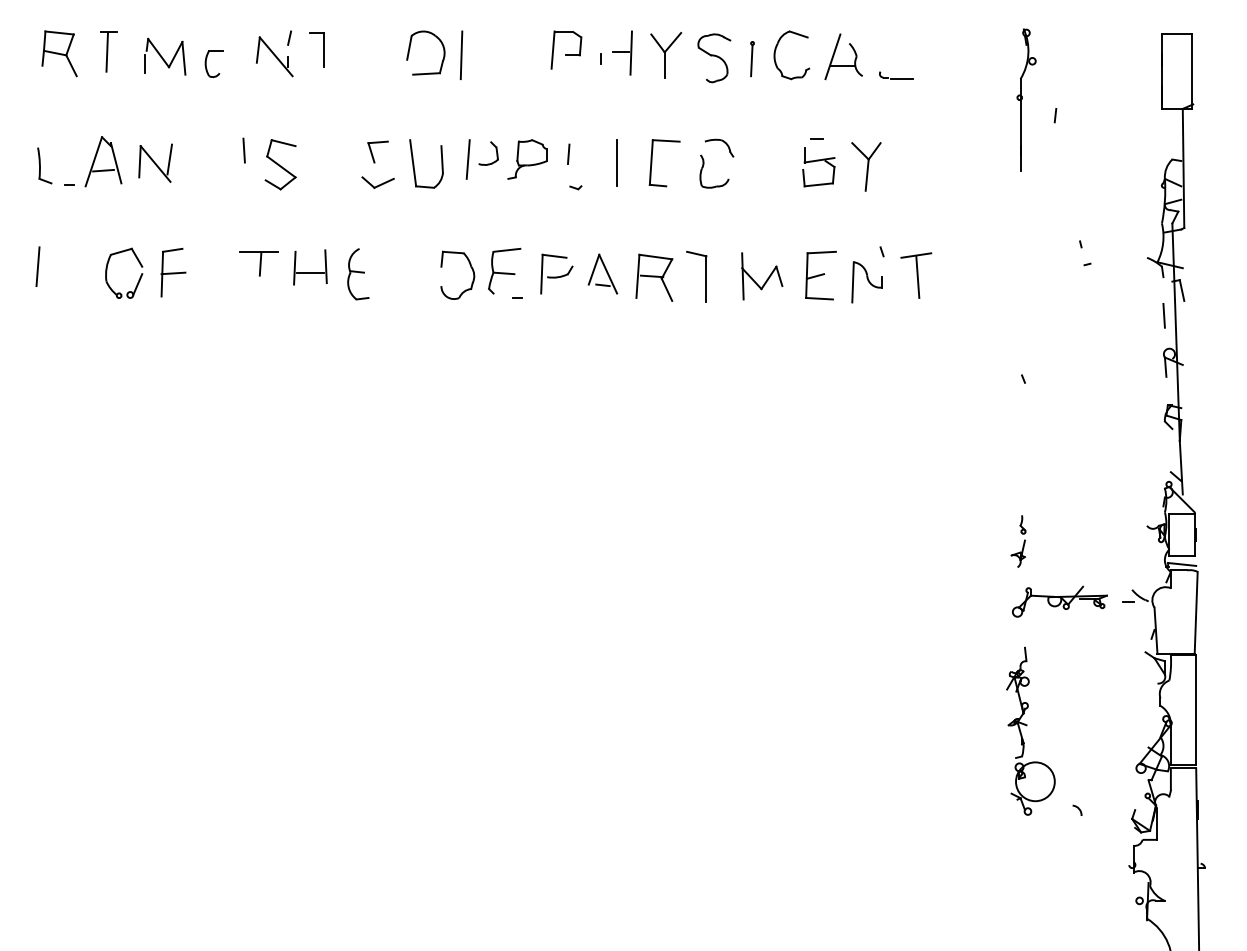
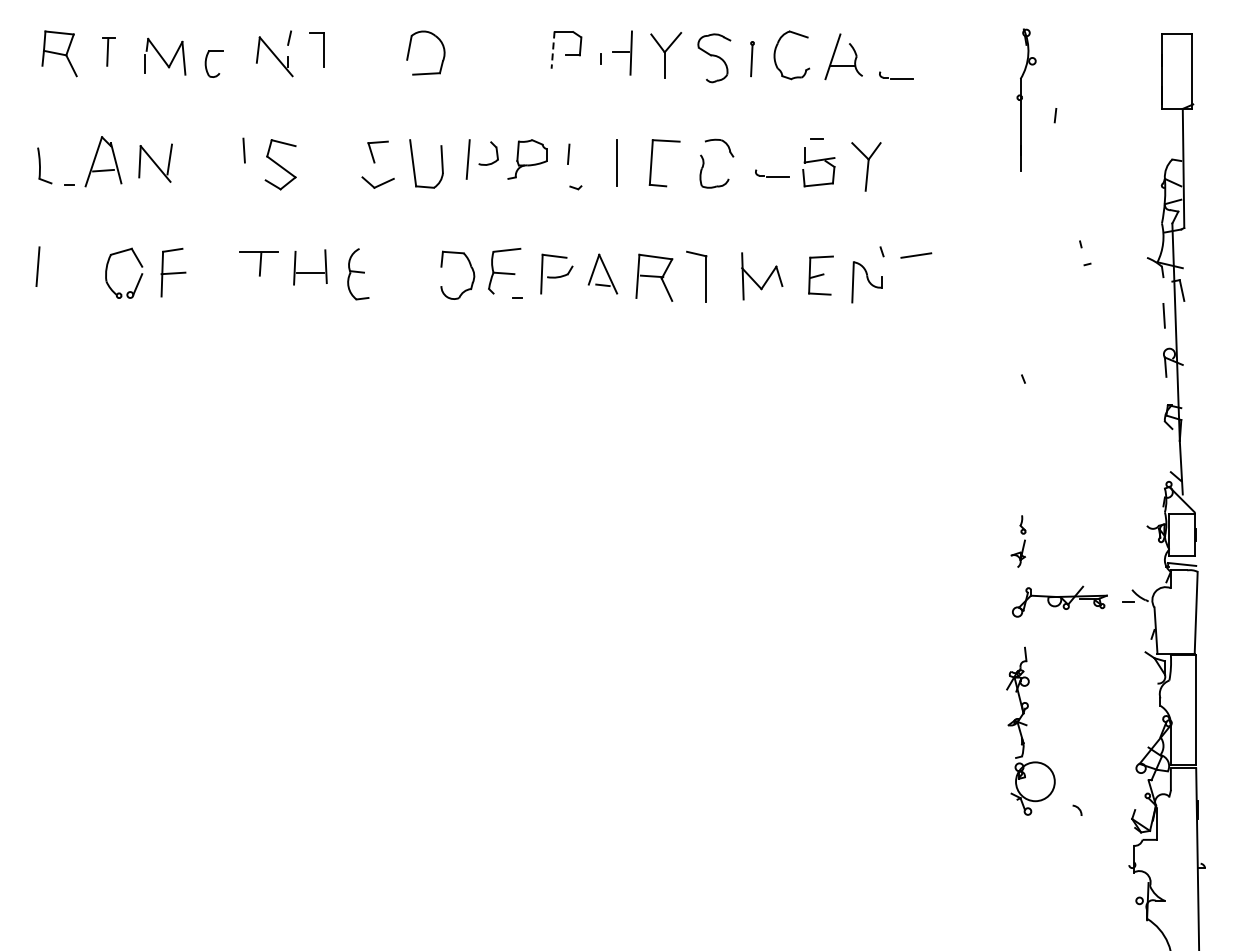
line at (553, 50): solid -> dashed
part at (108, 51) size: 18x42 px -> 14x30 px
line at (461, 55): present -> none
part at (772, 173): none -> present
part at (820, 275) size: 32x51 px -> 26x41 px
line at (917, 276): present -> none
